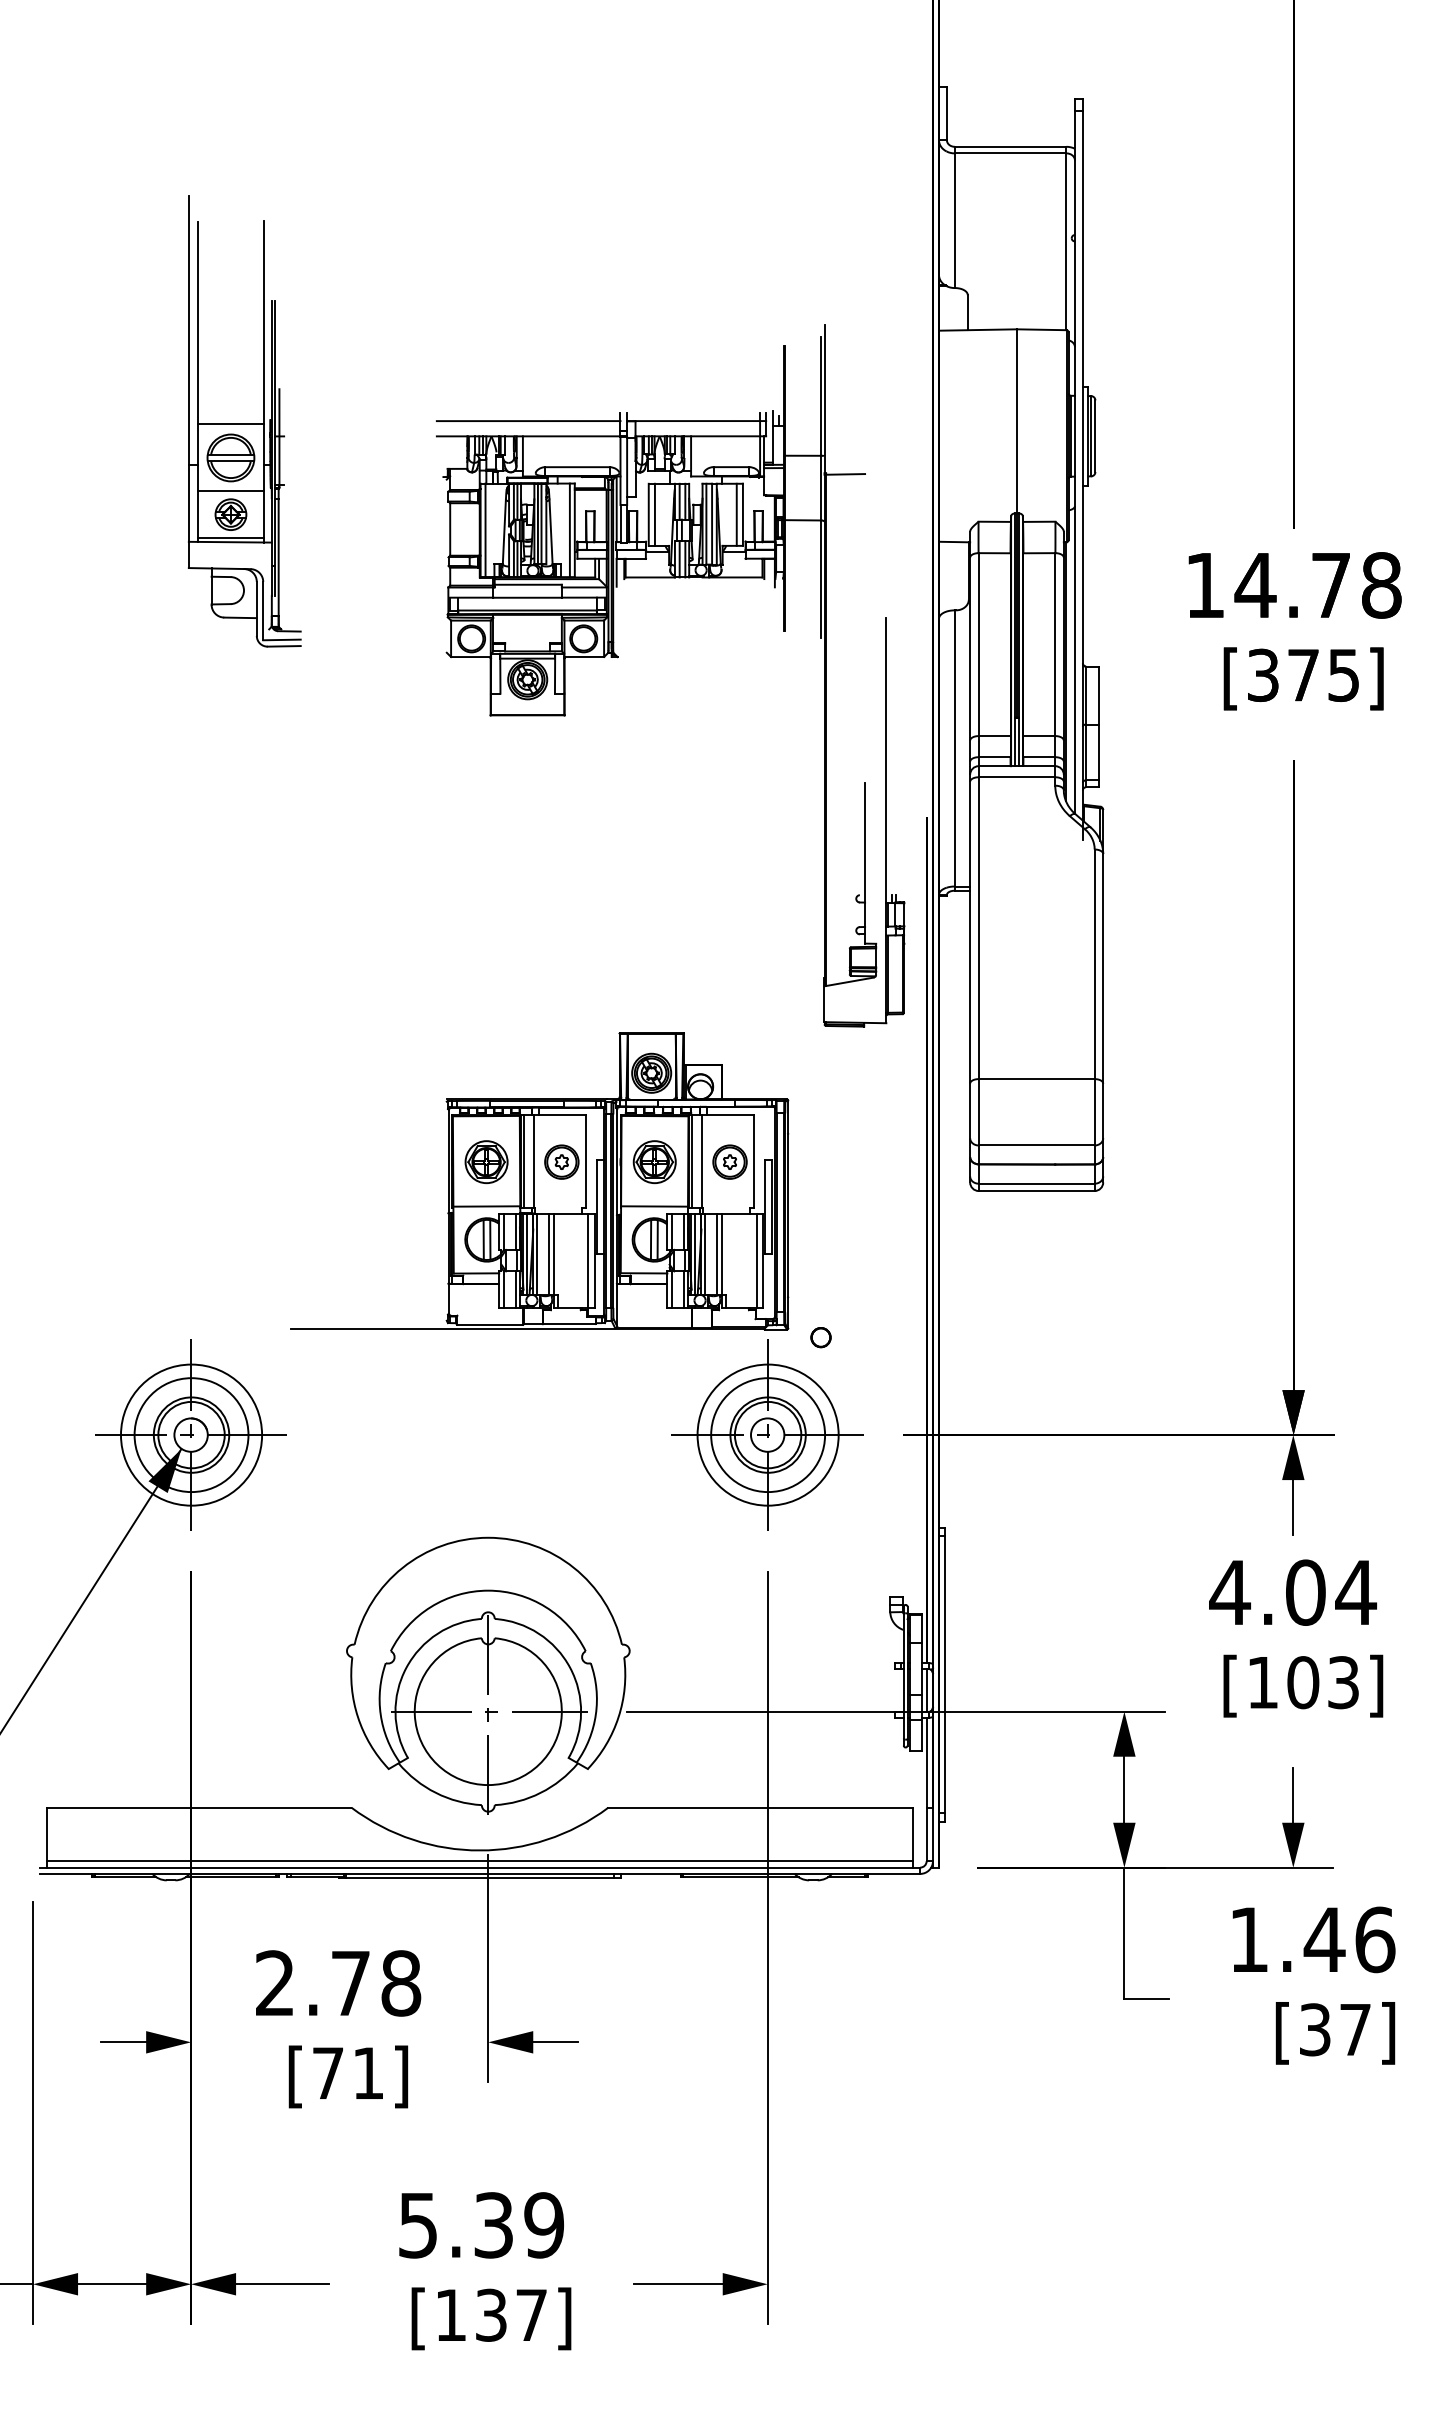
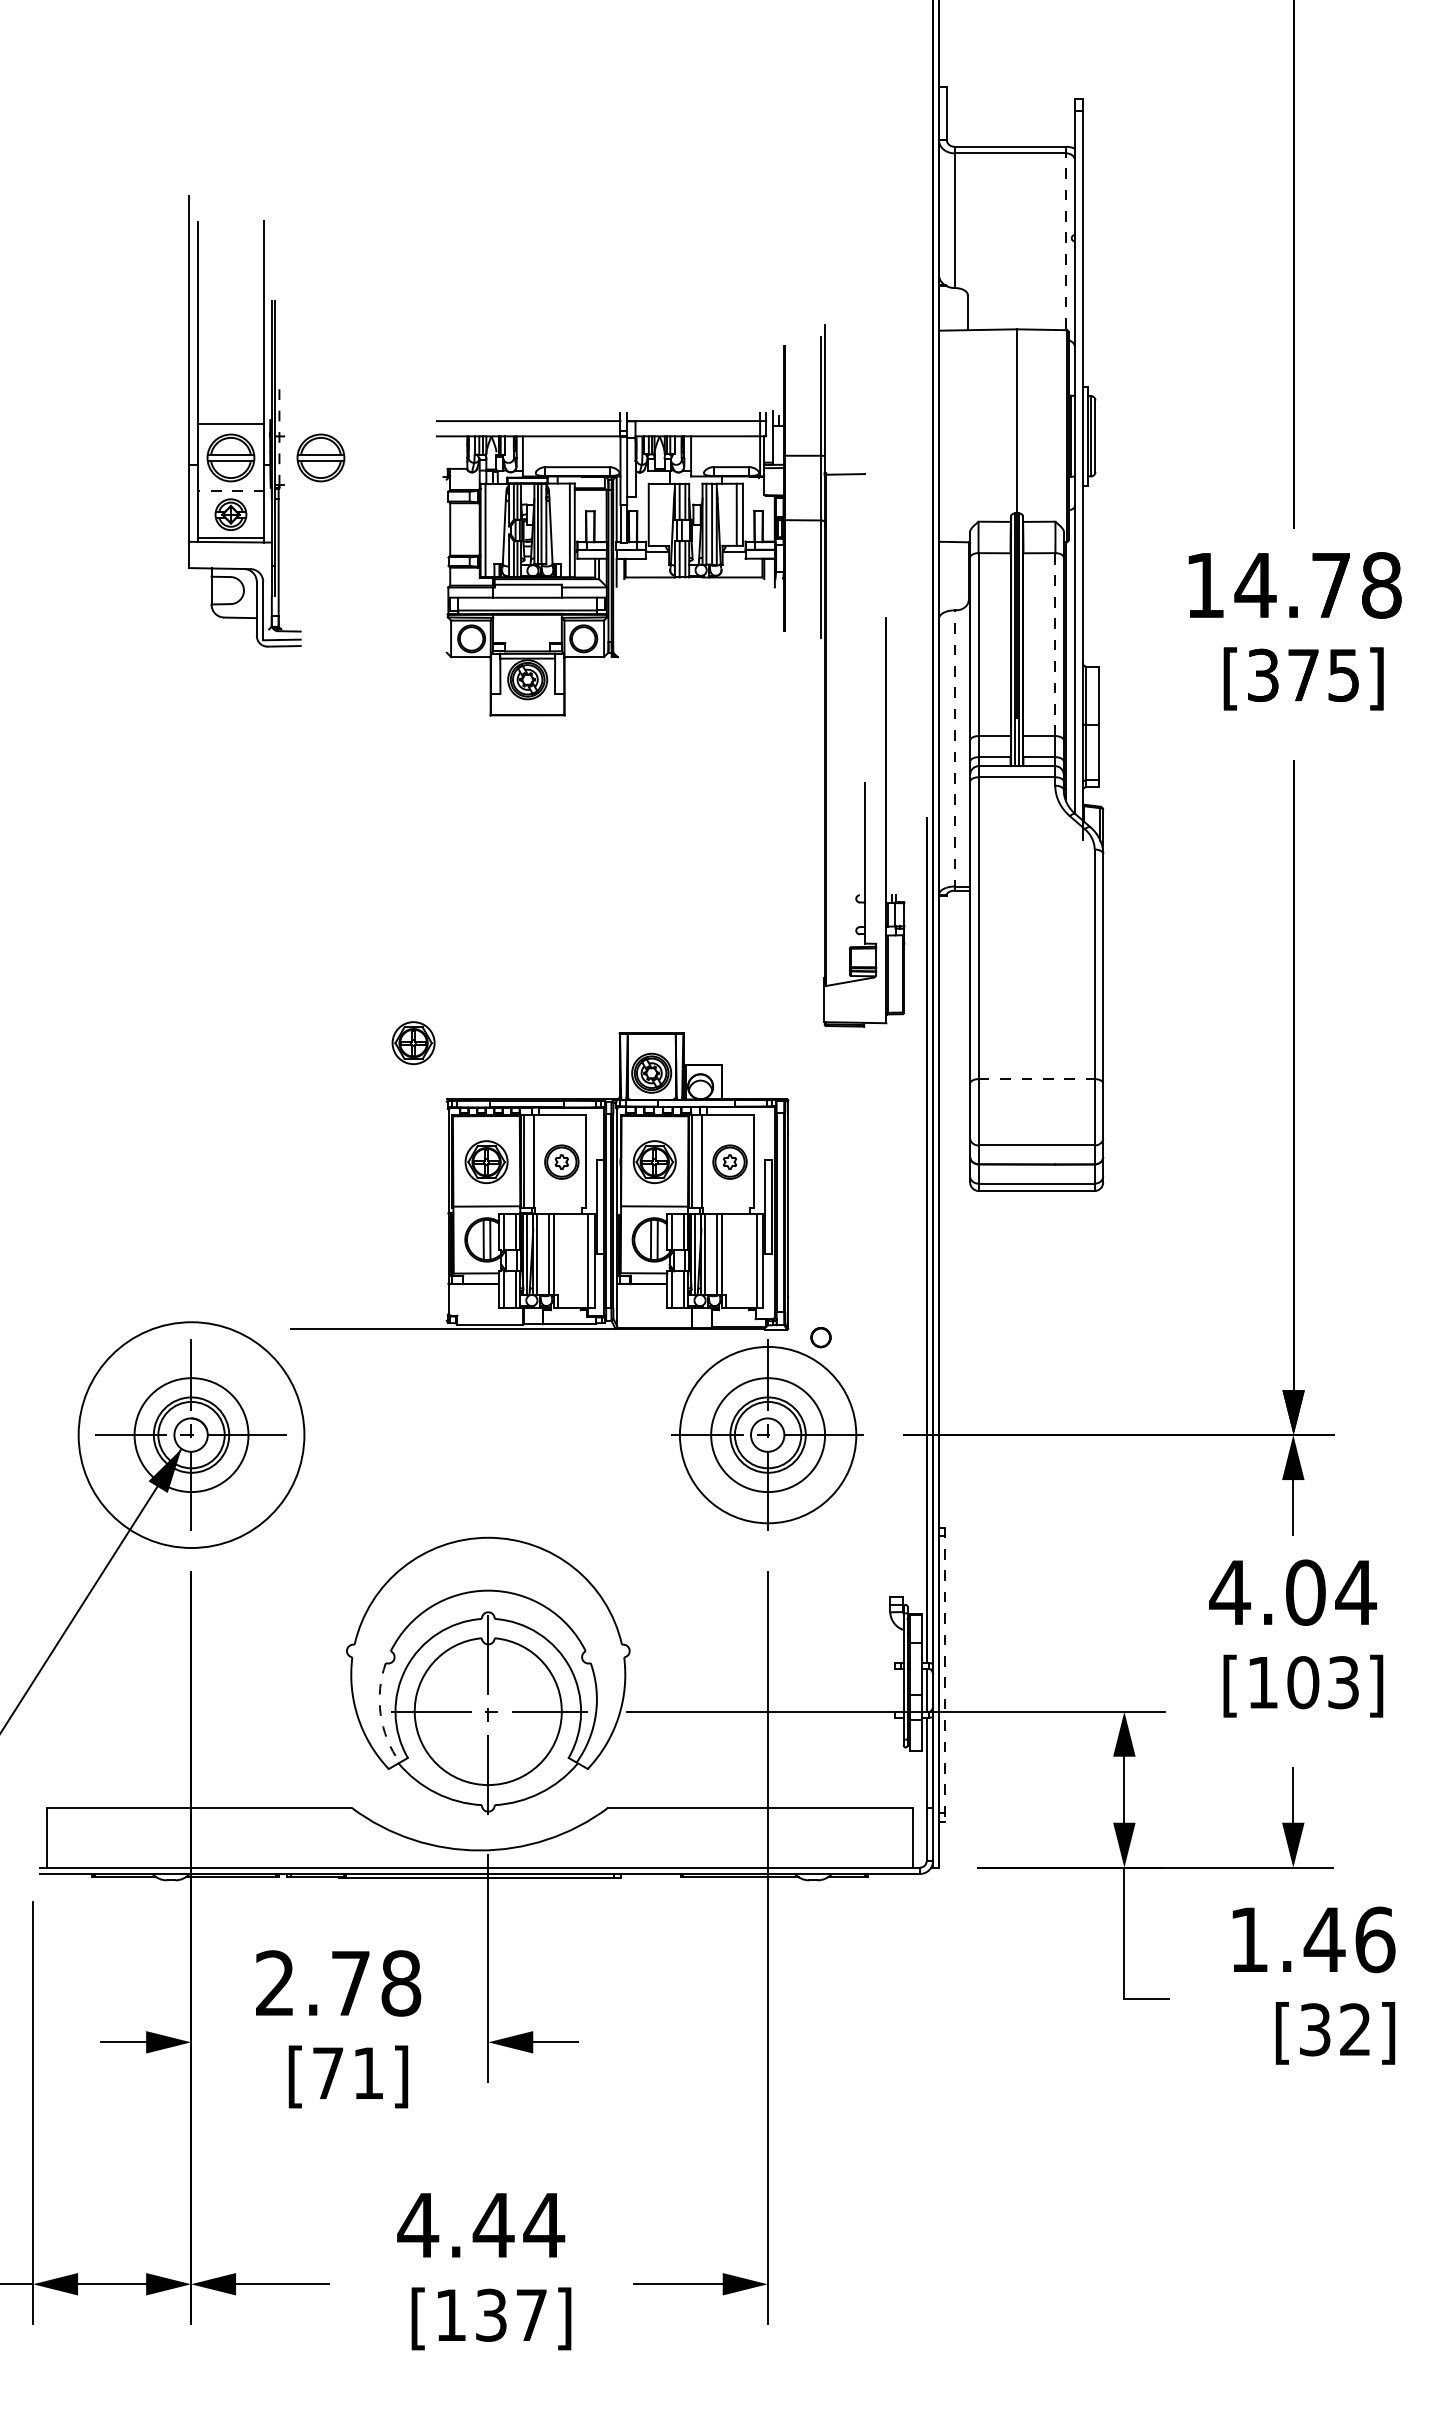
line at (1066, 238): solid -> dashed
line at (279, 436): solid -> dashed
part at (320, 457): none -> present
line at (230, 491): solid -> dashed
line at (654, 514): present -> none
line at (1055, 644): solid -> dashed
line at (954, 750): solid -> dashed
part at (413, 1043): none -> present
line at (1036, 1079): solid -> dashed
circle at (191, 1434) diameter: 141 px -> 226 px
circle at (767, 1434) diameter: 141 px -> 176 px
line at (944, 1675): solid -> dashed
arc at (380, 1714): solid -> dashed
line at (479, 1861): present -> none
text at (1355, 2029): [37] -> [32]
text at (481, 2225): 5.39 -> 4.44
